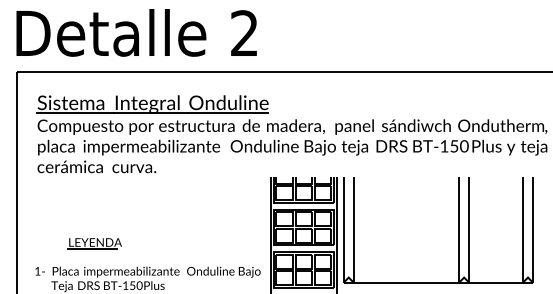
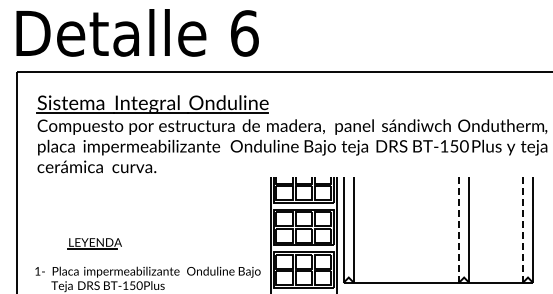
text at (244, 33): 2 -> 6
line at (458, 230): solid -> dashed
line at (522, 230): solid -> dashed
